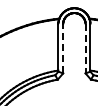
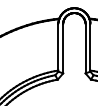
line at (63, 48): dashed -> solid
line at (85, 48): dashed -> solid
